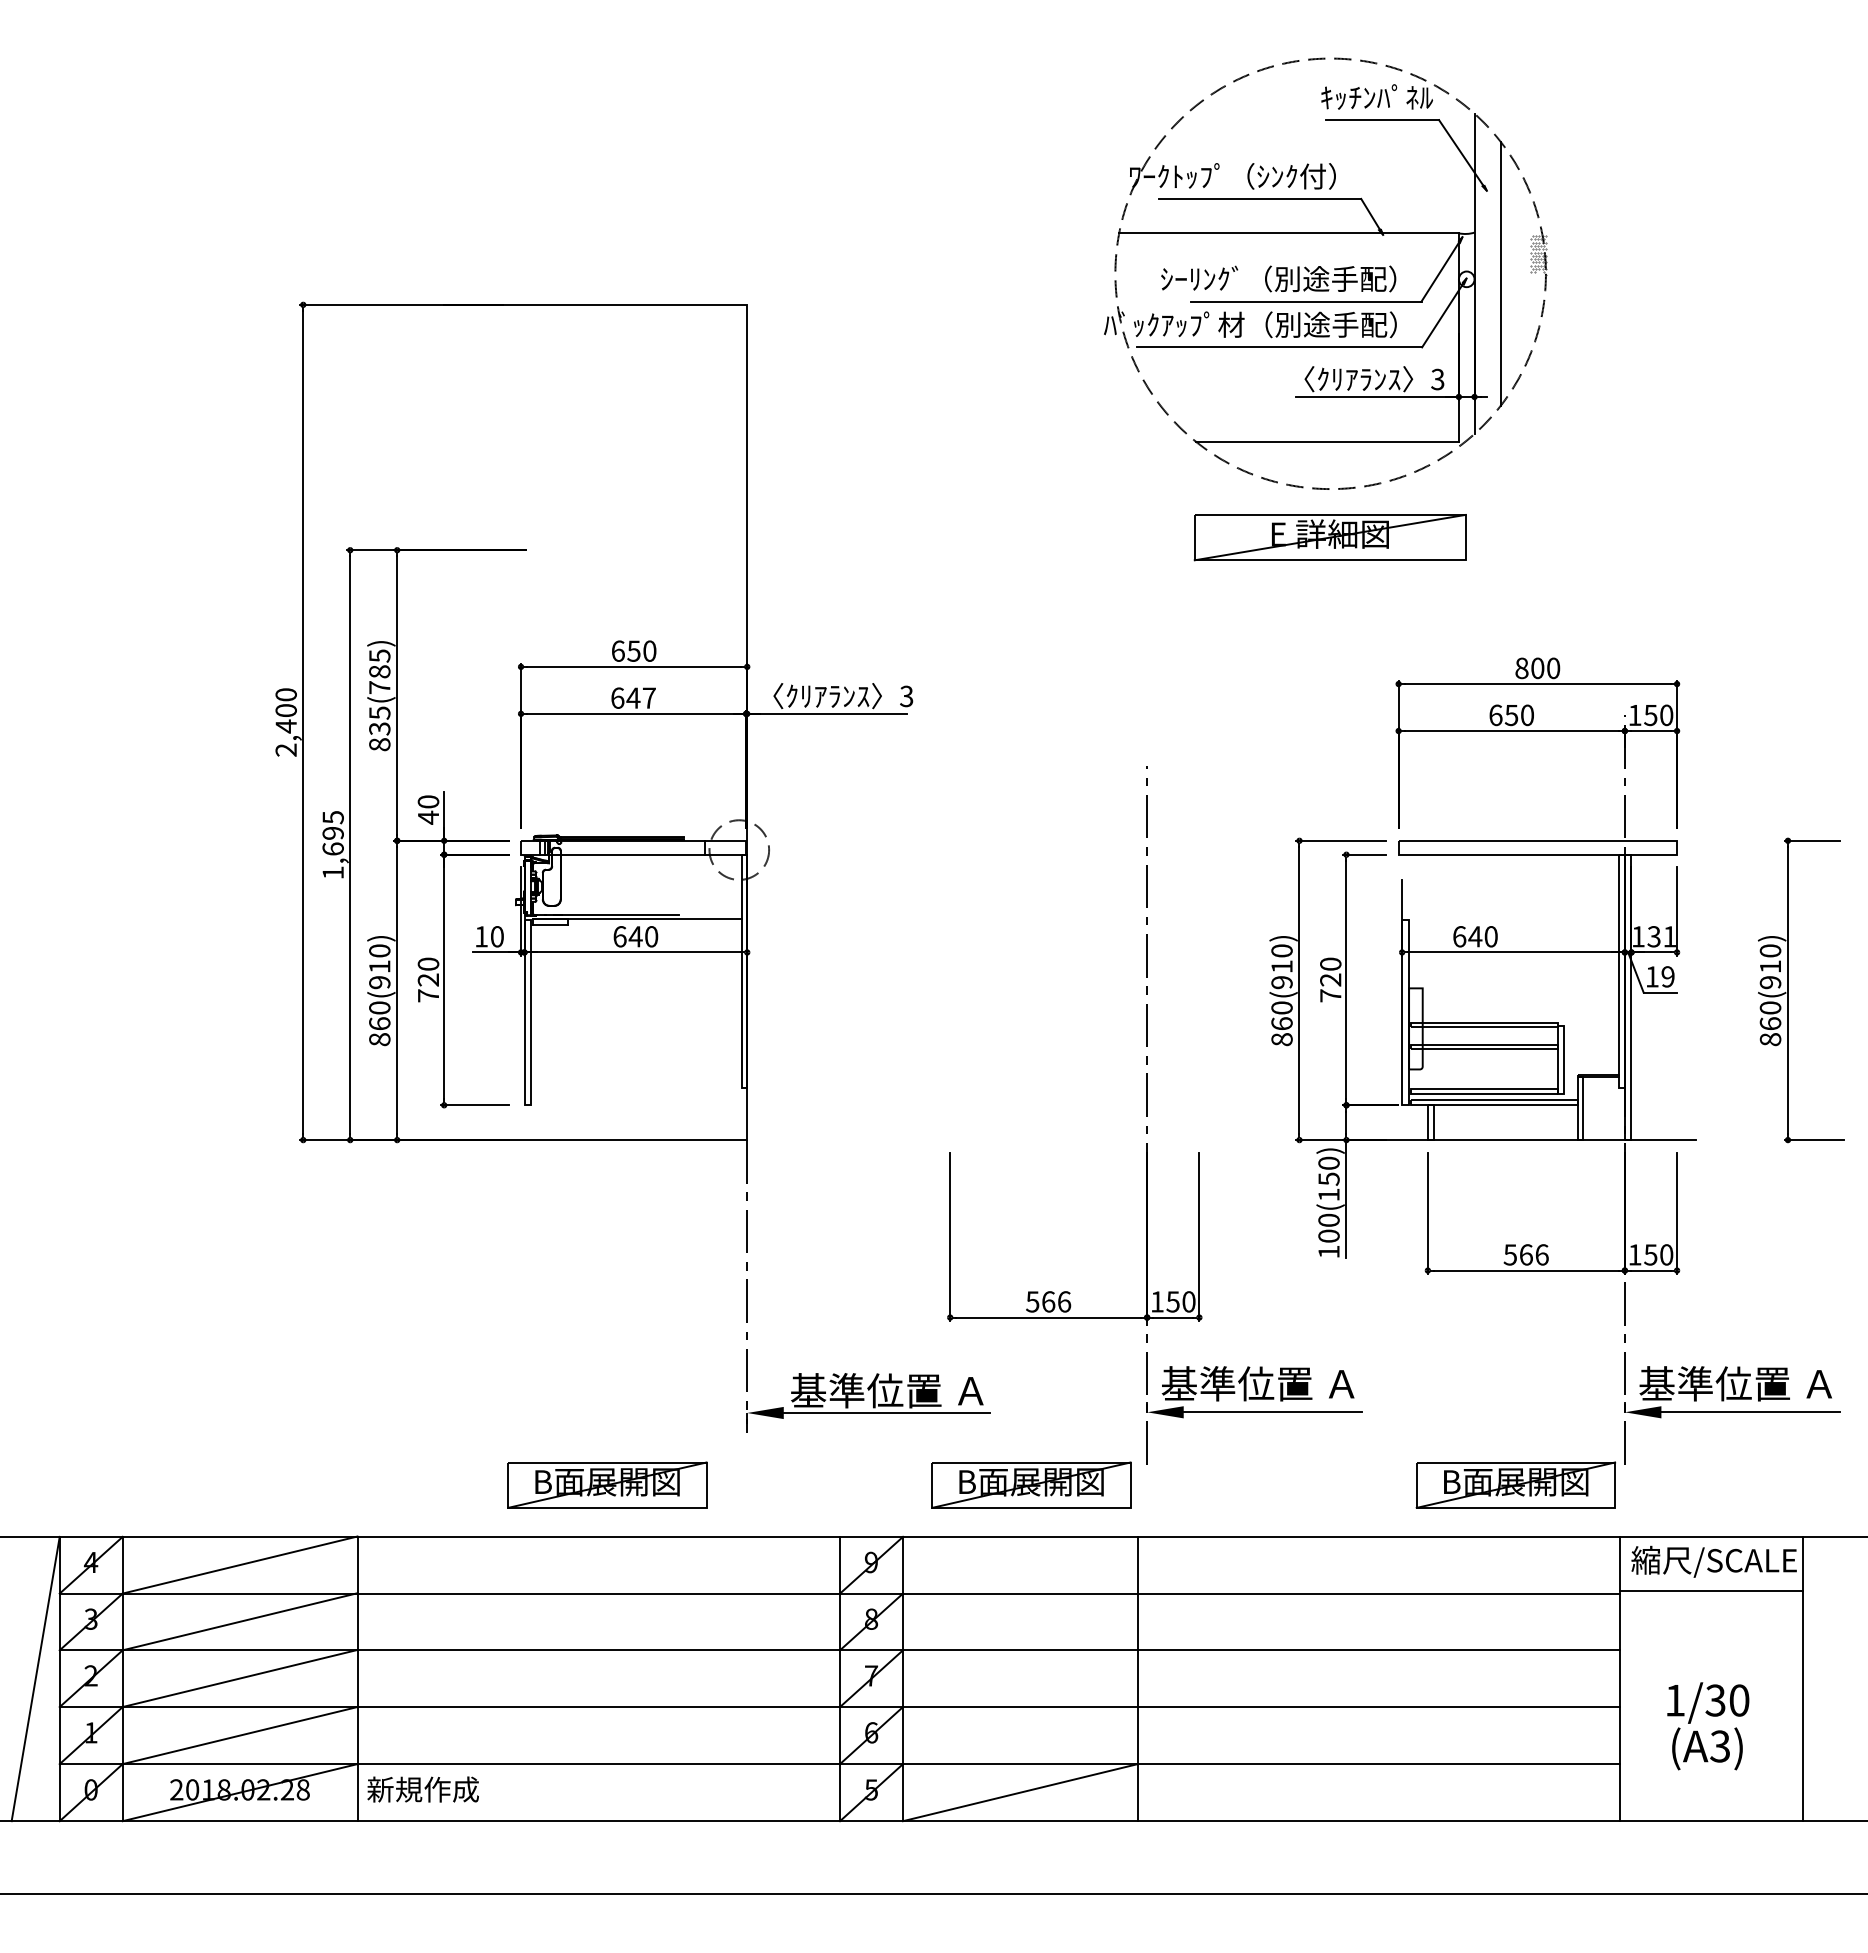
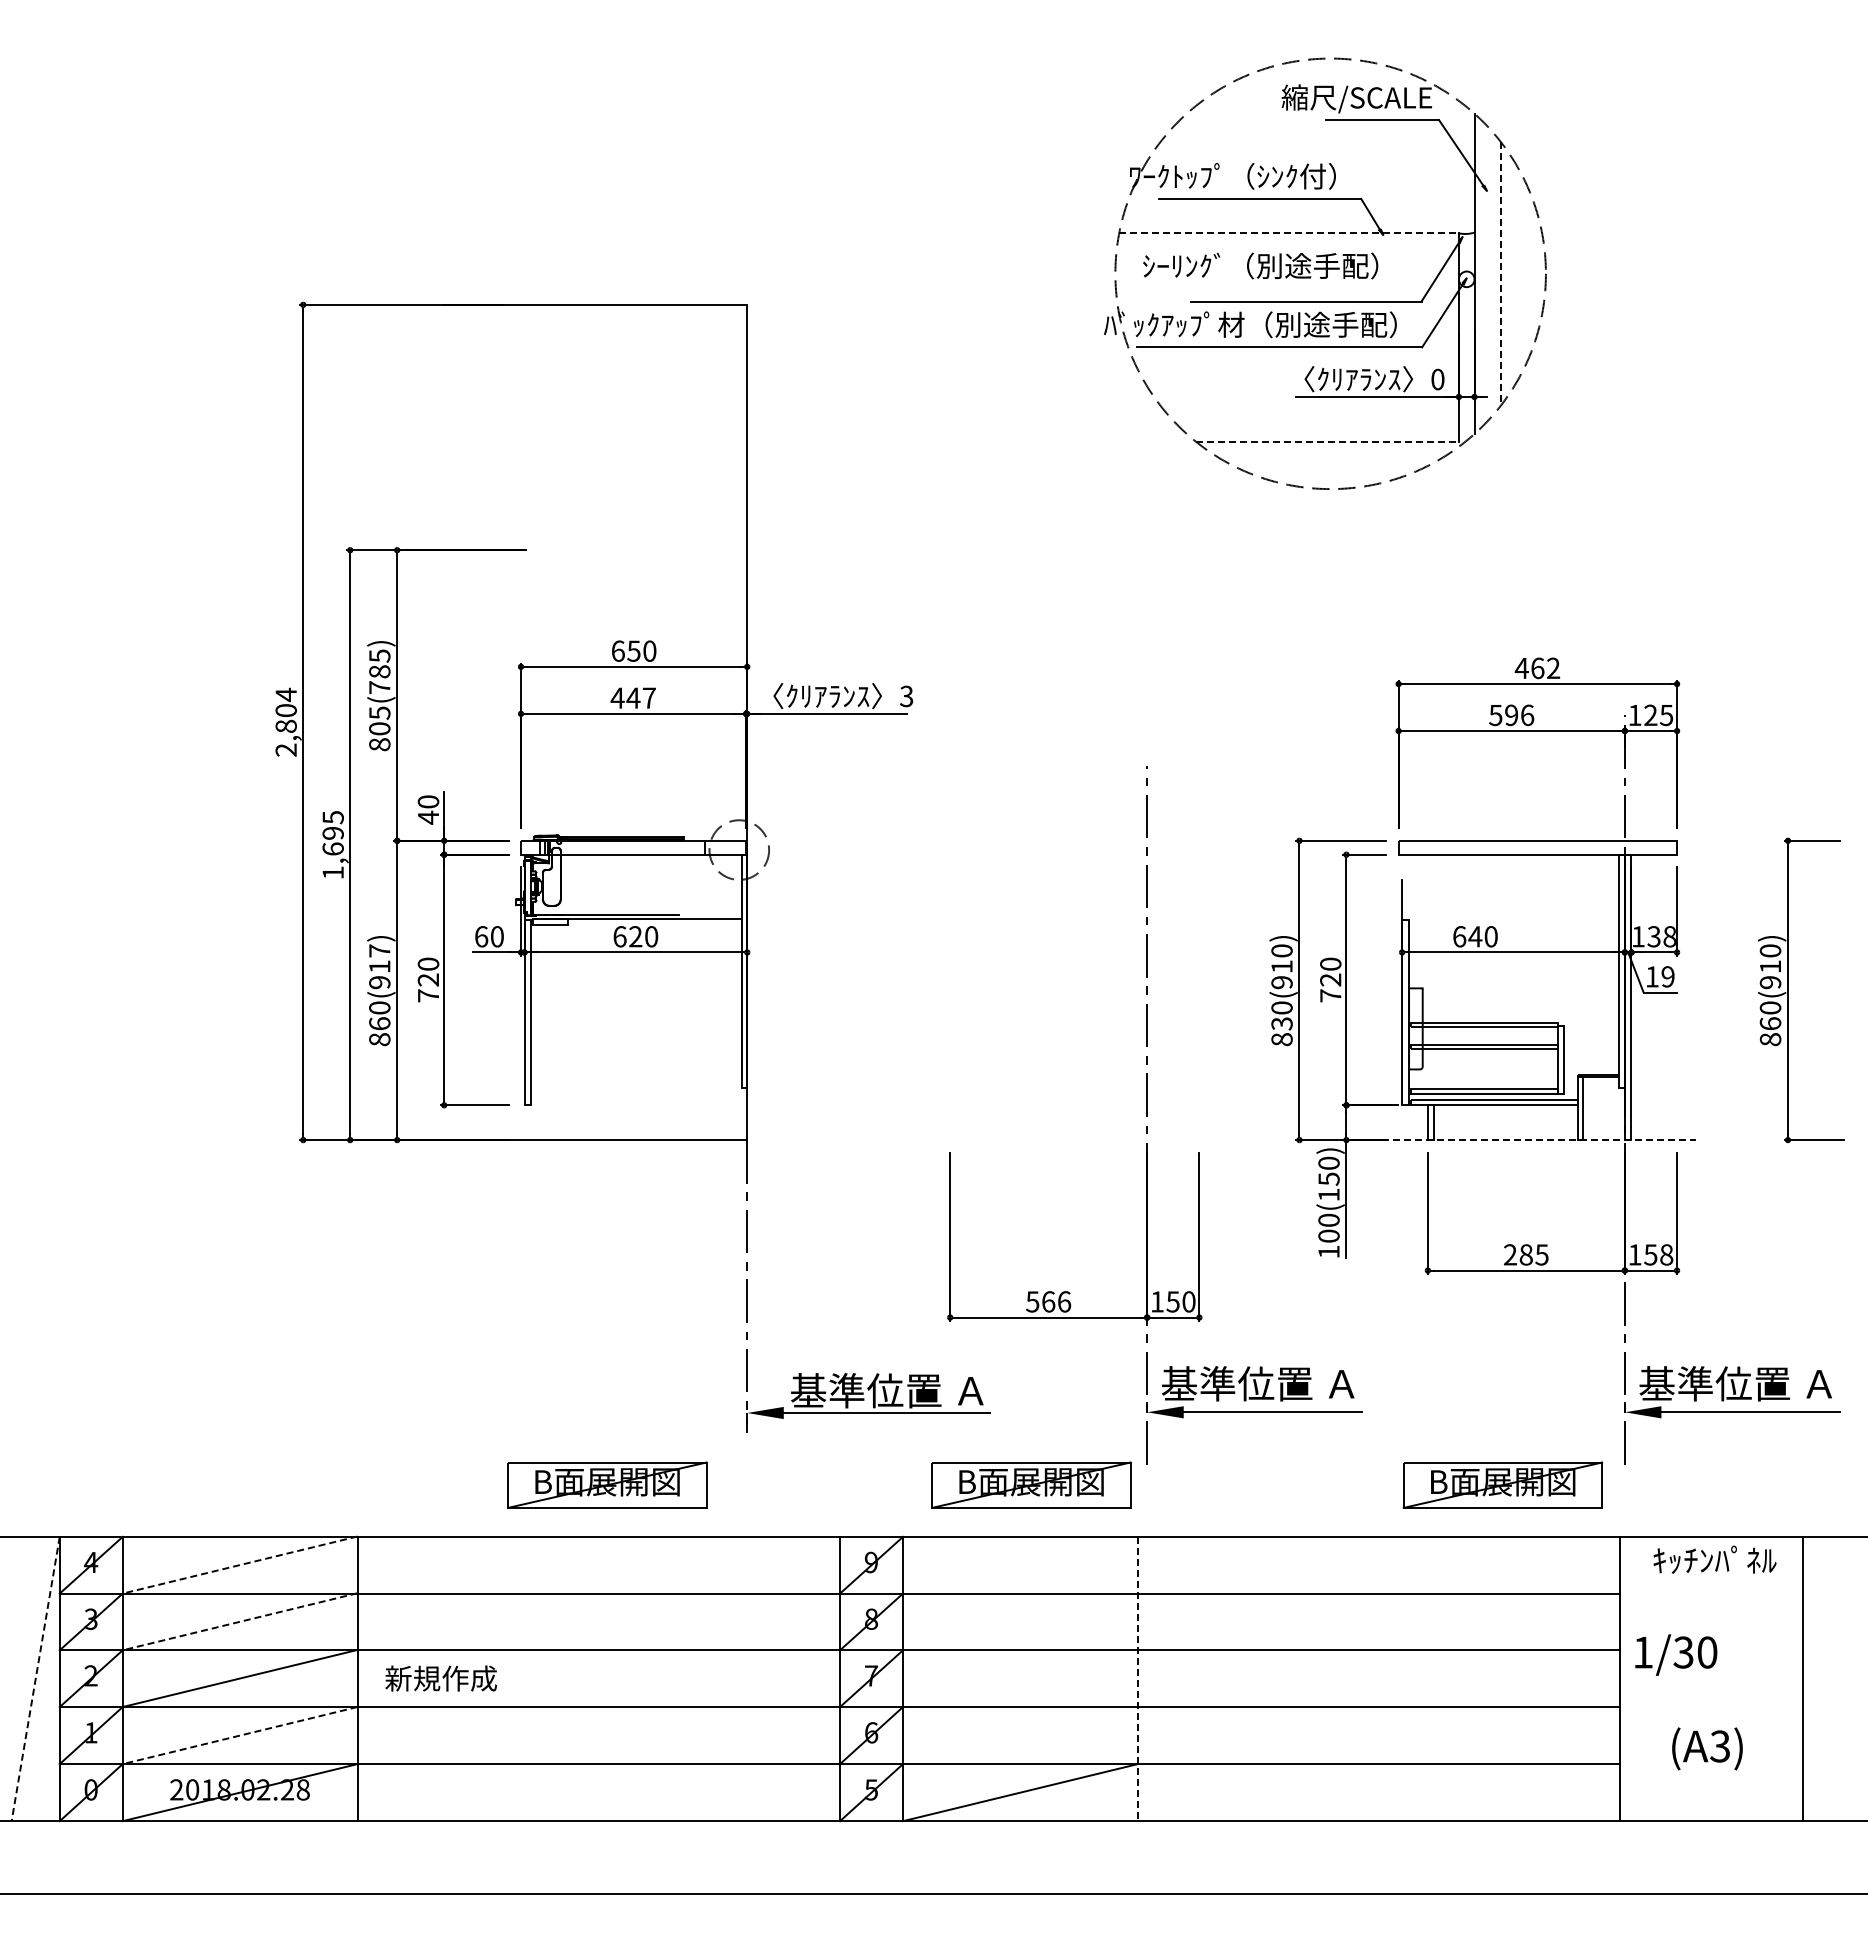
text at (1357, 98): ｷｯﾁﾝﾊﾟﾈﾙ -> 縮尺/SCALE
line at (1289, 233): solid -> dashed
hatch at (1538, 255): present -> none
line at (1500, 274): solid -> dashed
text at (1278, 278) position: (1278, 278) -> (1260, 265)
text at (1437, 379): 3 -> 0
line at (1328, 442): solid -> dashed
part at (1329, 537): present -> none
text at (1537, 668): 800 -> 462
text at (617, 697): 647 -> 447
text at (285, 710): 2,400 -> 2,804
text at (1511, 715): 650 -> 596
text at (1658, 715): 150 -> 125
text at (379, 728): 835(785) -> 805(785)
text at (481, 936): 10 -> 60
text at (635, 936): 640 -> 620
text at (1669, 936): 131 -> 138
text at (379, 950): 860(910) -> 860(917)
text at (1281, 1023): 860(910) -> 830(910)
line at (1522, 1140): solid -> dashed
text at (1525, 1254): 566 -> 285
text at (1666, 1254): 150 -> 158
part at (1515, 1484) position: (1515, 1484) -> (1502, 1484)
text at (1713, 1561): 縮尺/SCALE -> ｷｯﾁﾝﾊﾟﾈﾙ
line at (240, 1565): solid -> dashed
line at (1711, 1590): present -> none
line at (240, 1621): solid -> dashed
line at (35, 1679): solid -> dashed
line at (1137, 1679): solid -> dashed
text at (1708, 1702) position: (1708, 1702) -> (1676, 1654)
line at (240, 1735): solid -> dashed
text at (422, 1789) position: (422, 1789) -> (440, 1678)
